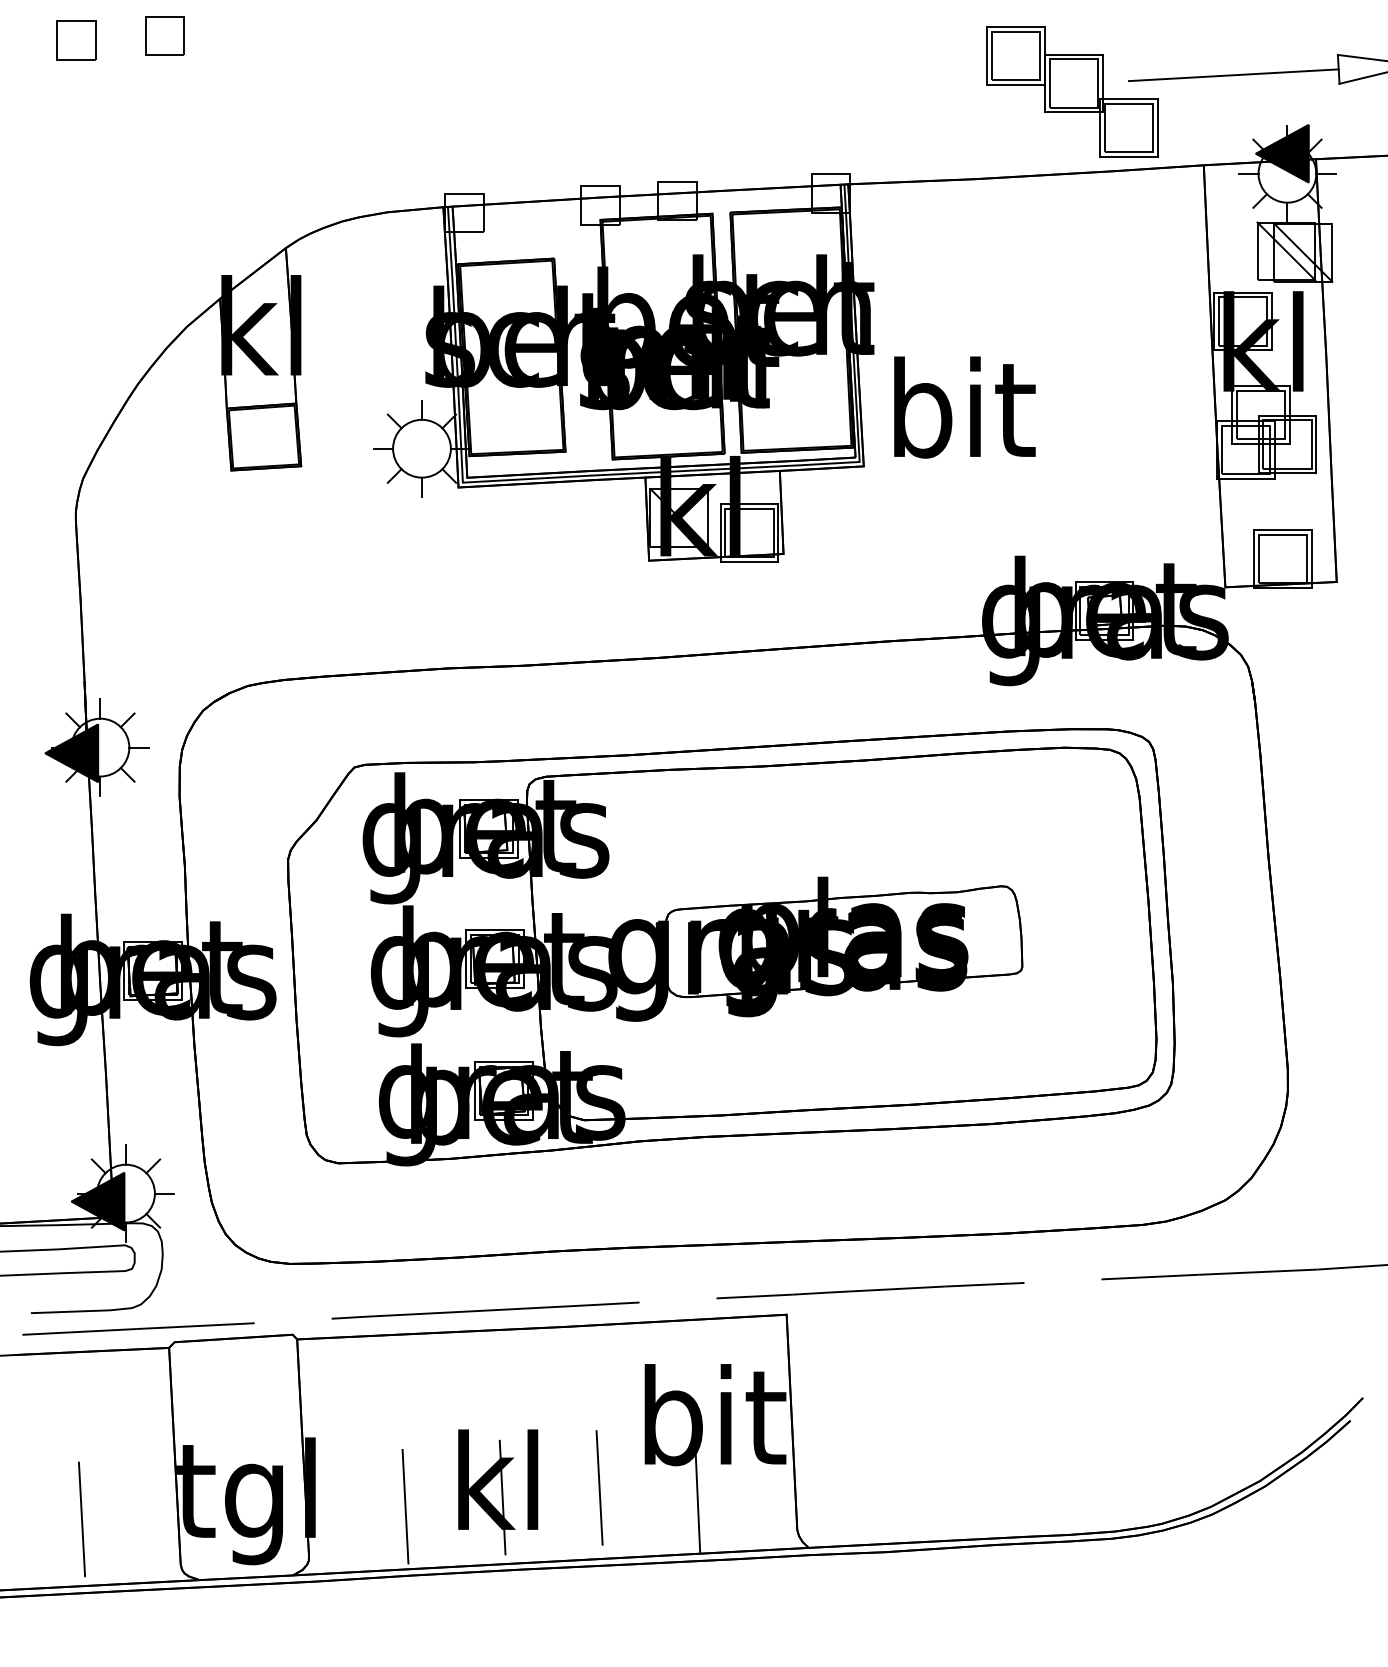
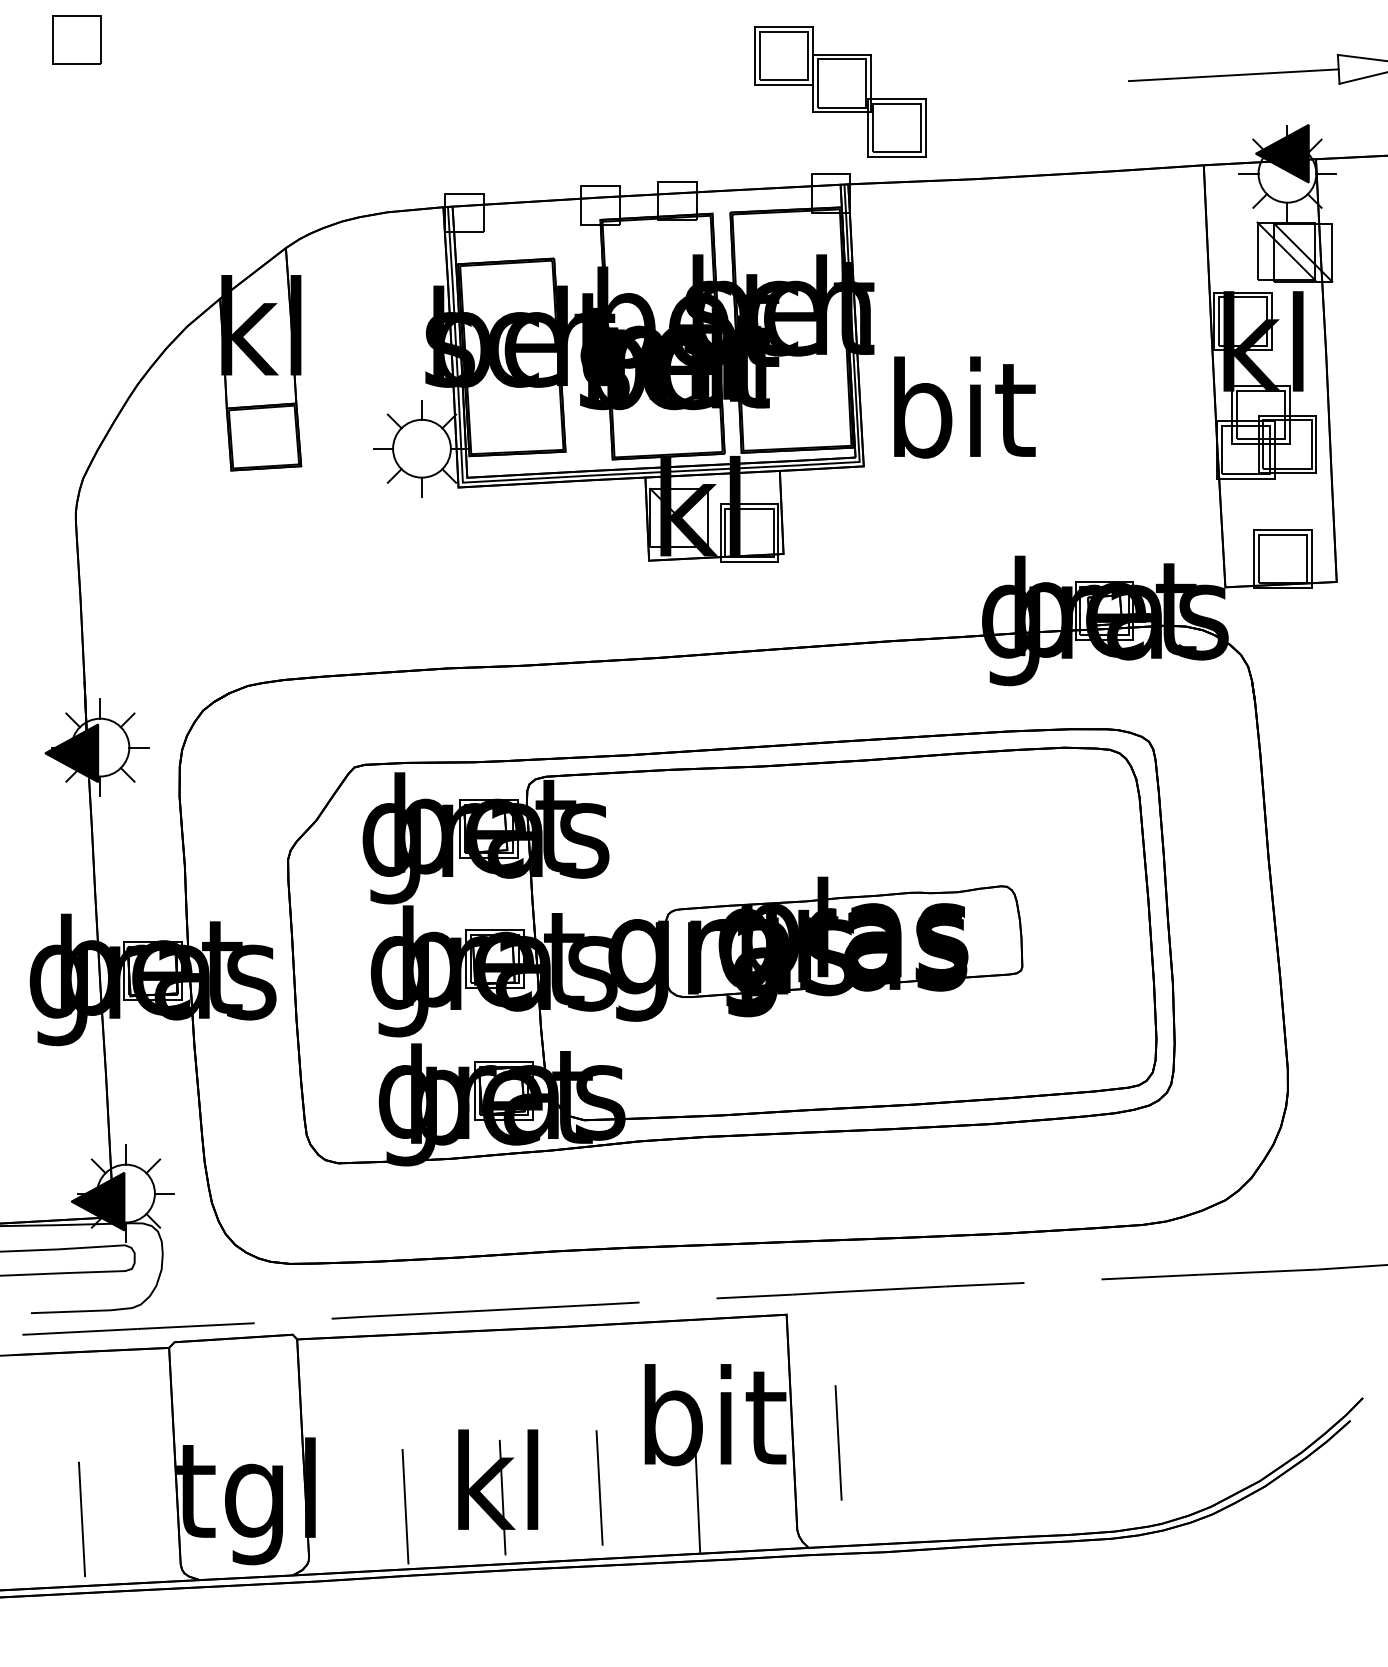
part at (164, 35): present -> none
part at (76, 40) size: 41x41 px -> 50x50 px
part at (1072, 91) position: (1072, 91) -> (840, 91)
line at (838, 1442): none -> present
